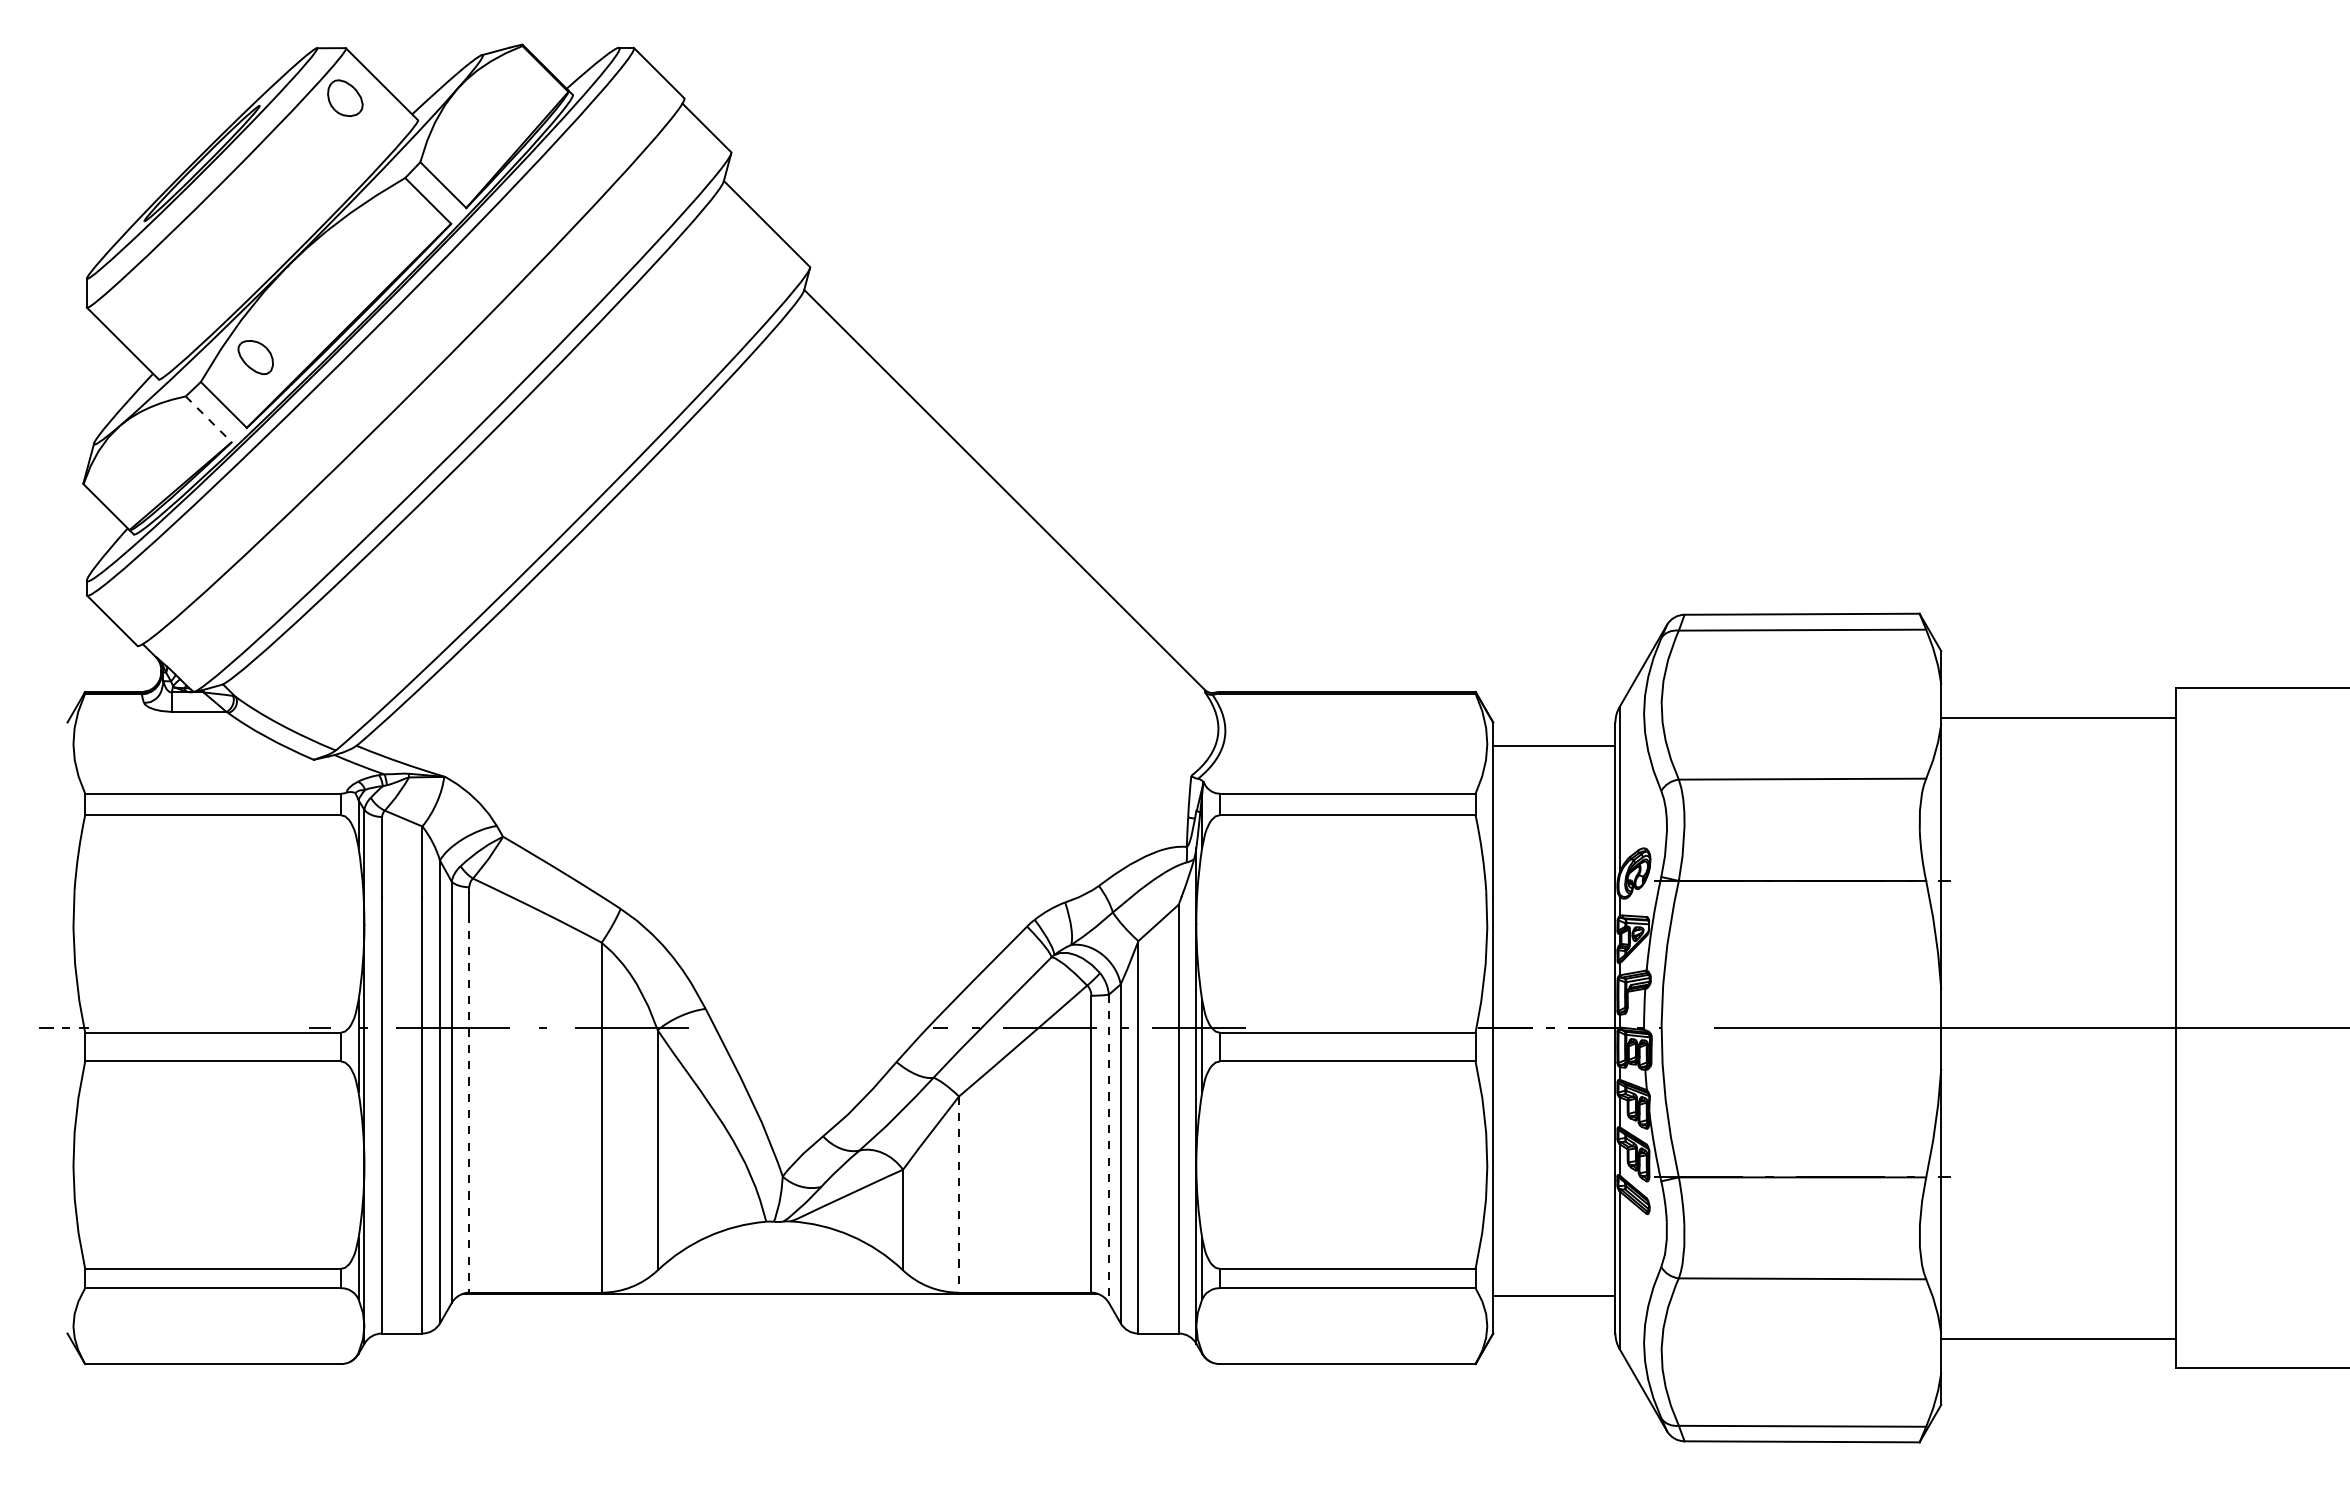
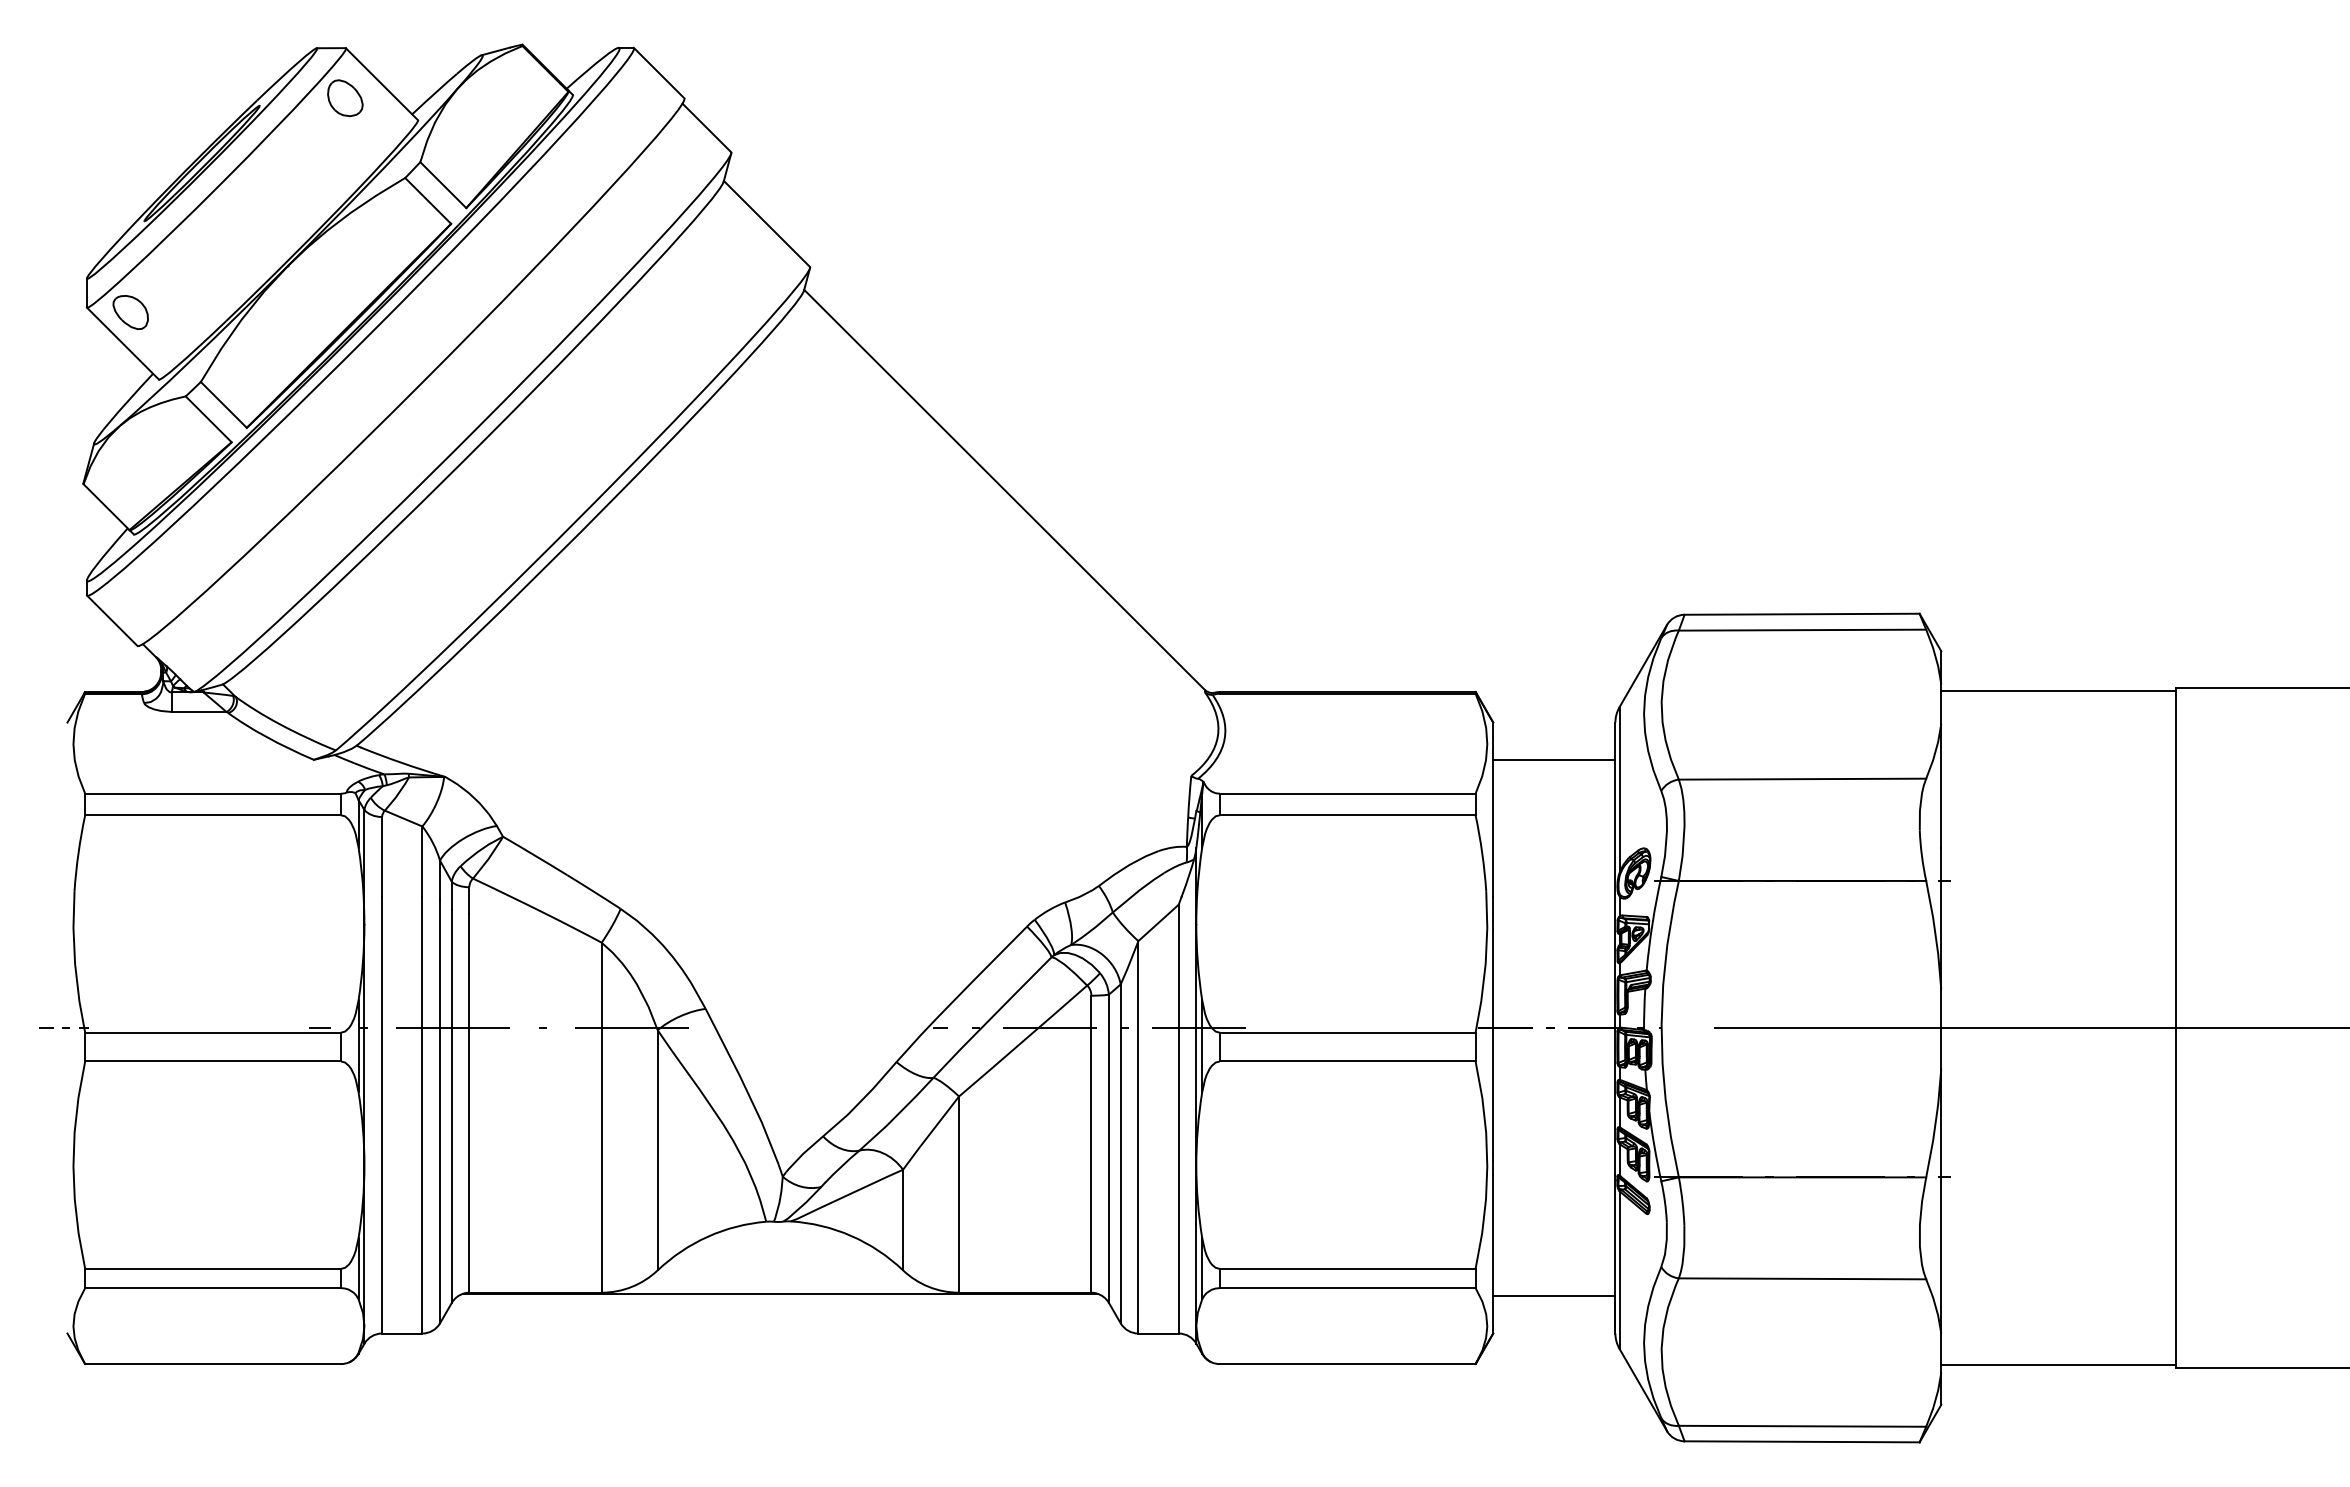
part at (255, 357) position: (255, 357) -> (130, 312)
line at (209, 419): dashed -> solid
line at (2058, 717) position: (2058, 717) -> (2058, 690)
line at (1554, 746) position: (1554, 746) -> (1554, 760)
line at (469, 1104): dashed -> solid
line at (1108, 1149): dashed -> solid
line at (959, 1195): dashed -> solid
line at (2058, 1339) position: (2058, 1339) -> (2058, 1365)
